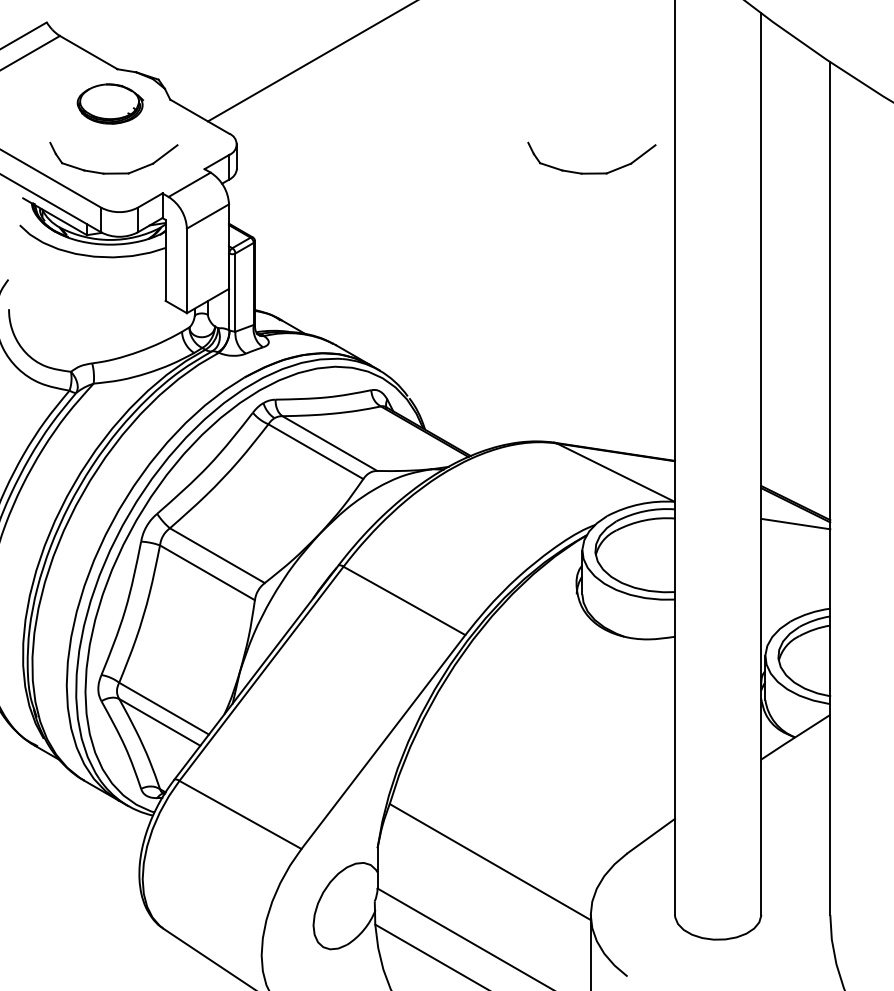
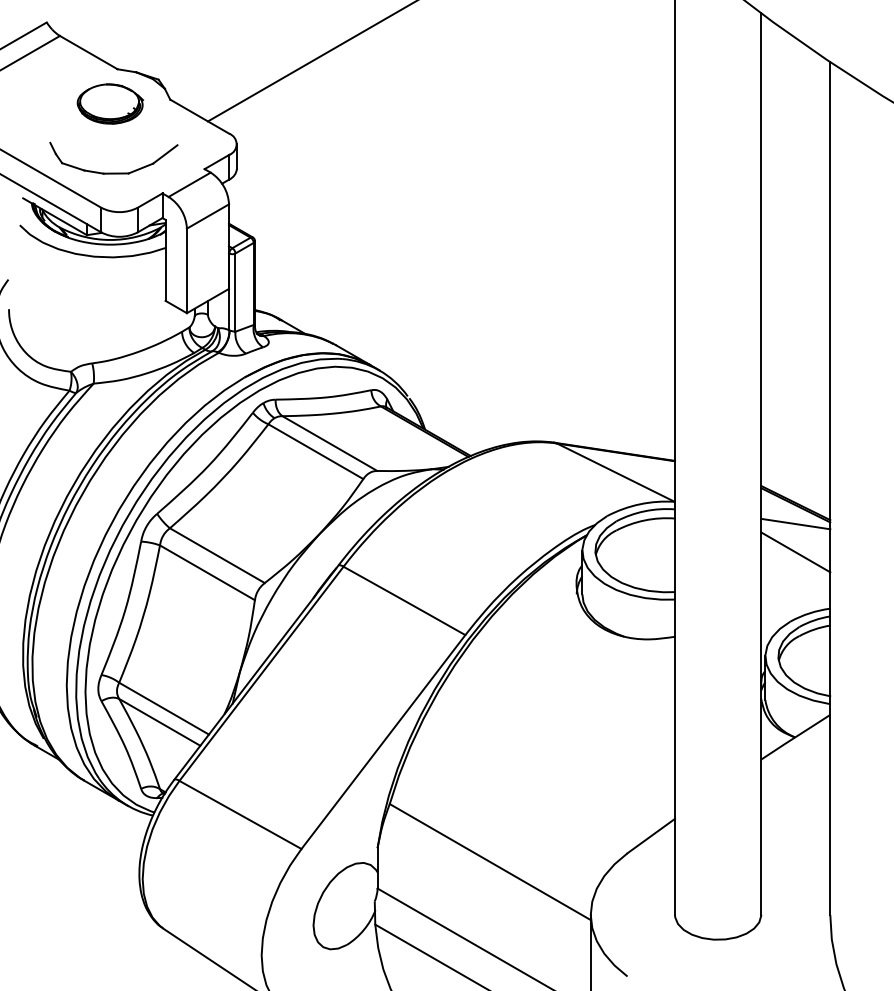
part at (591, 172): present -> none
line at (795, 552): none -> present
